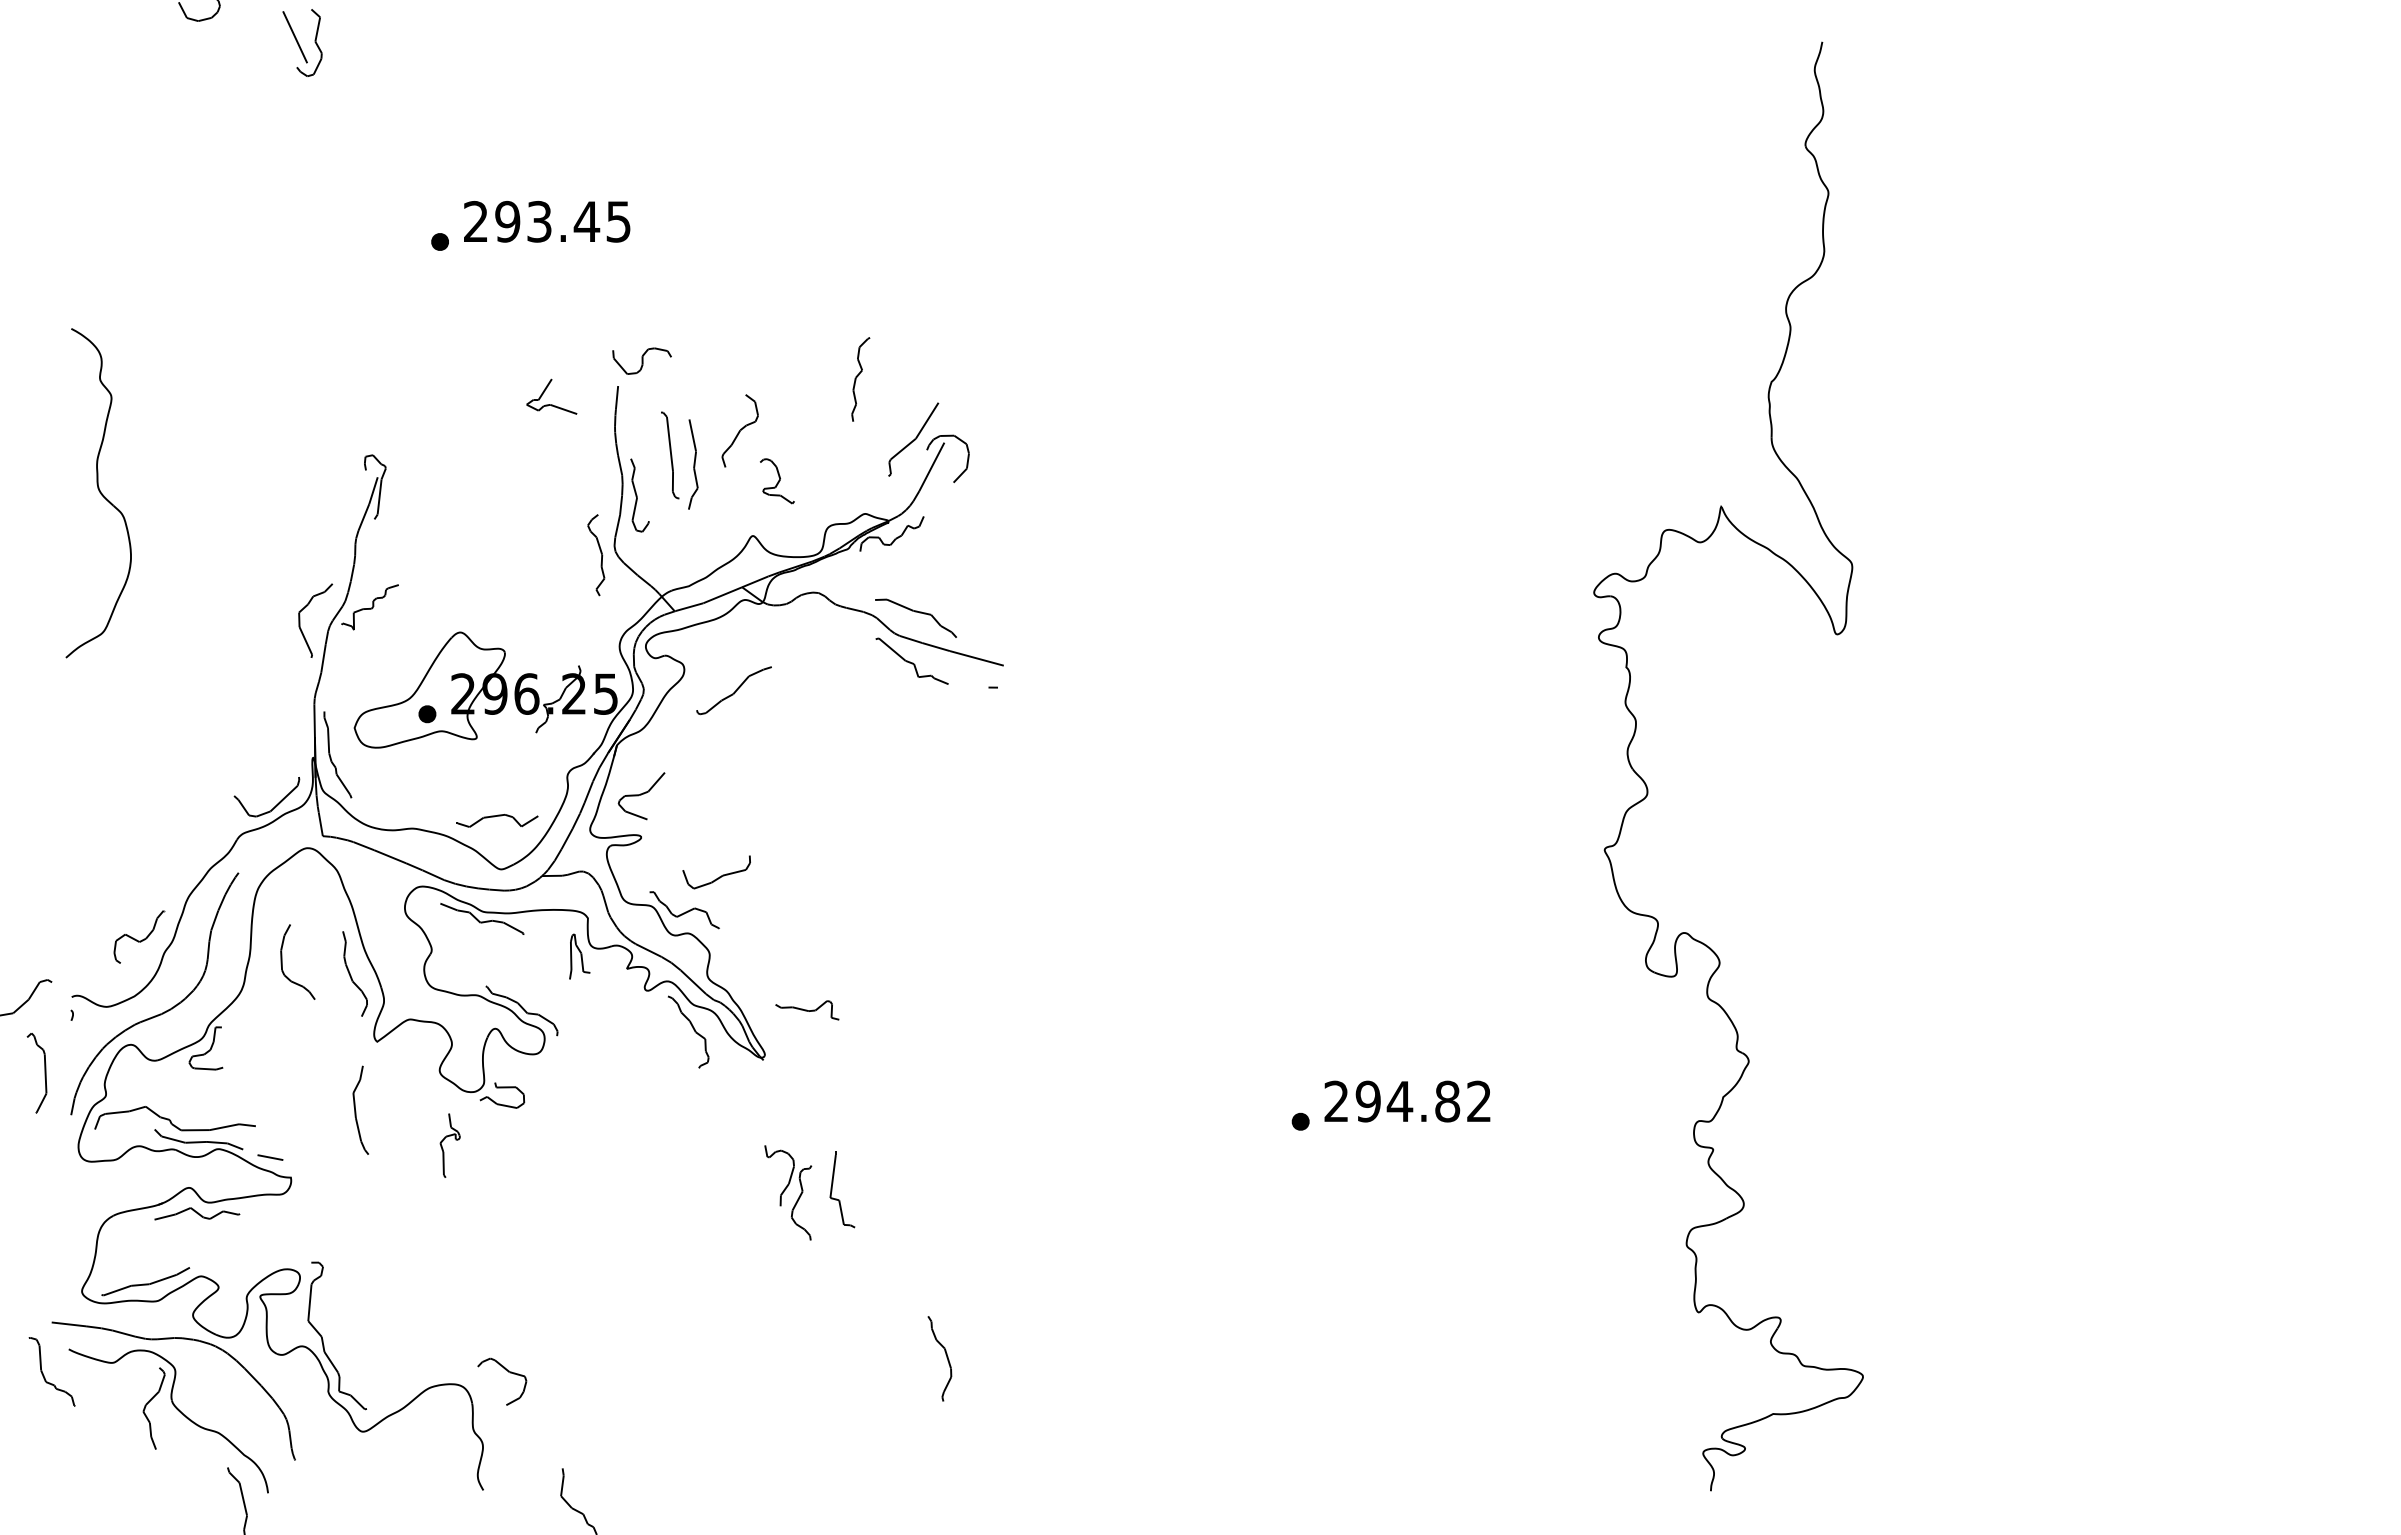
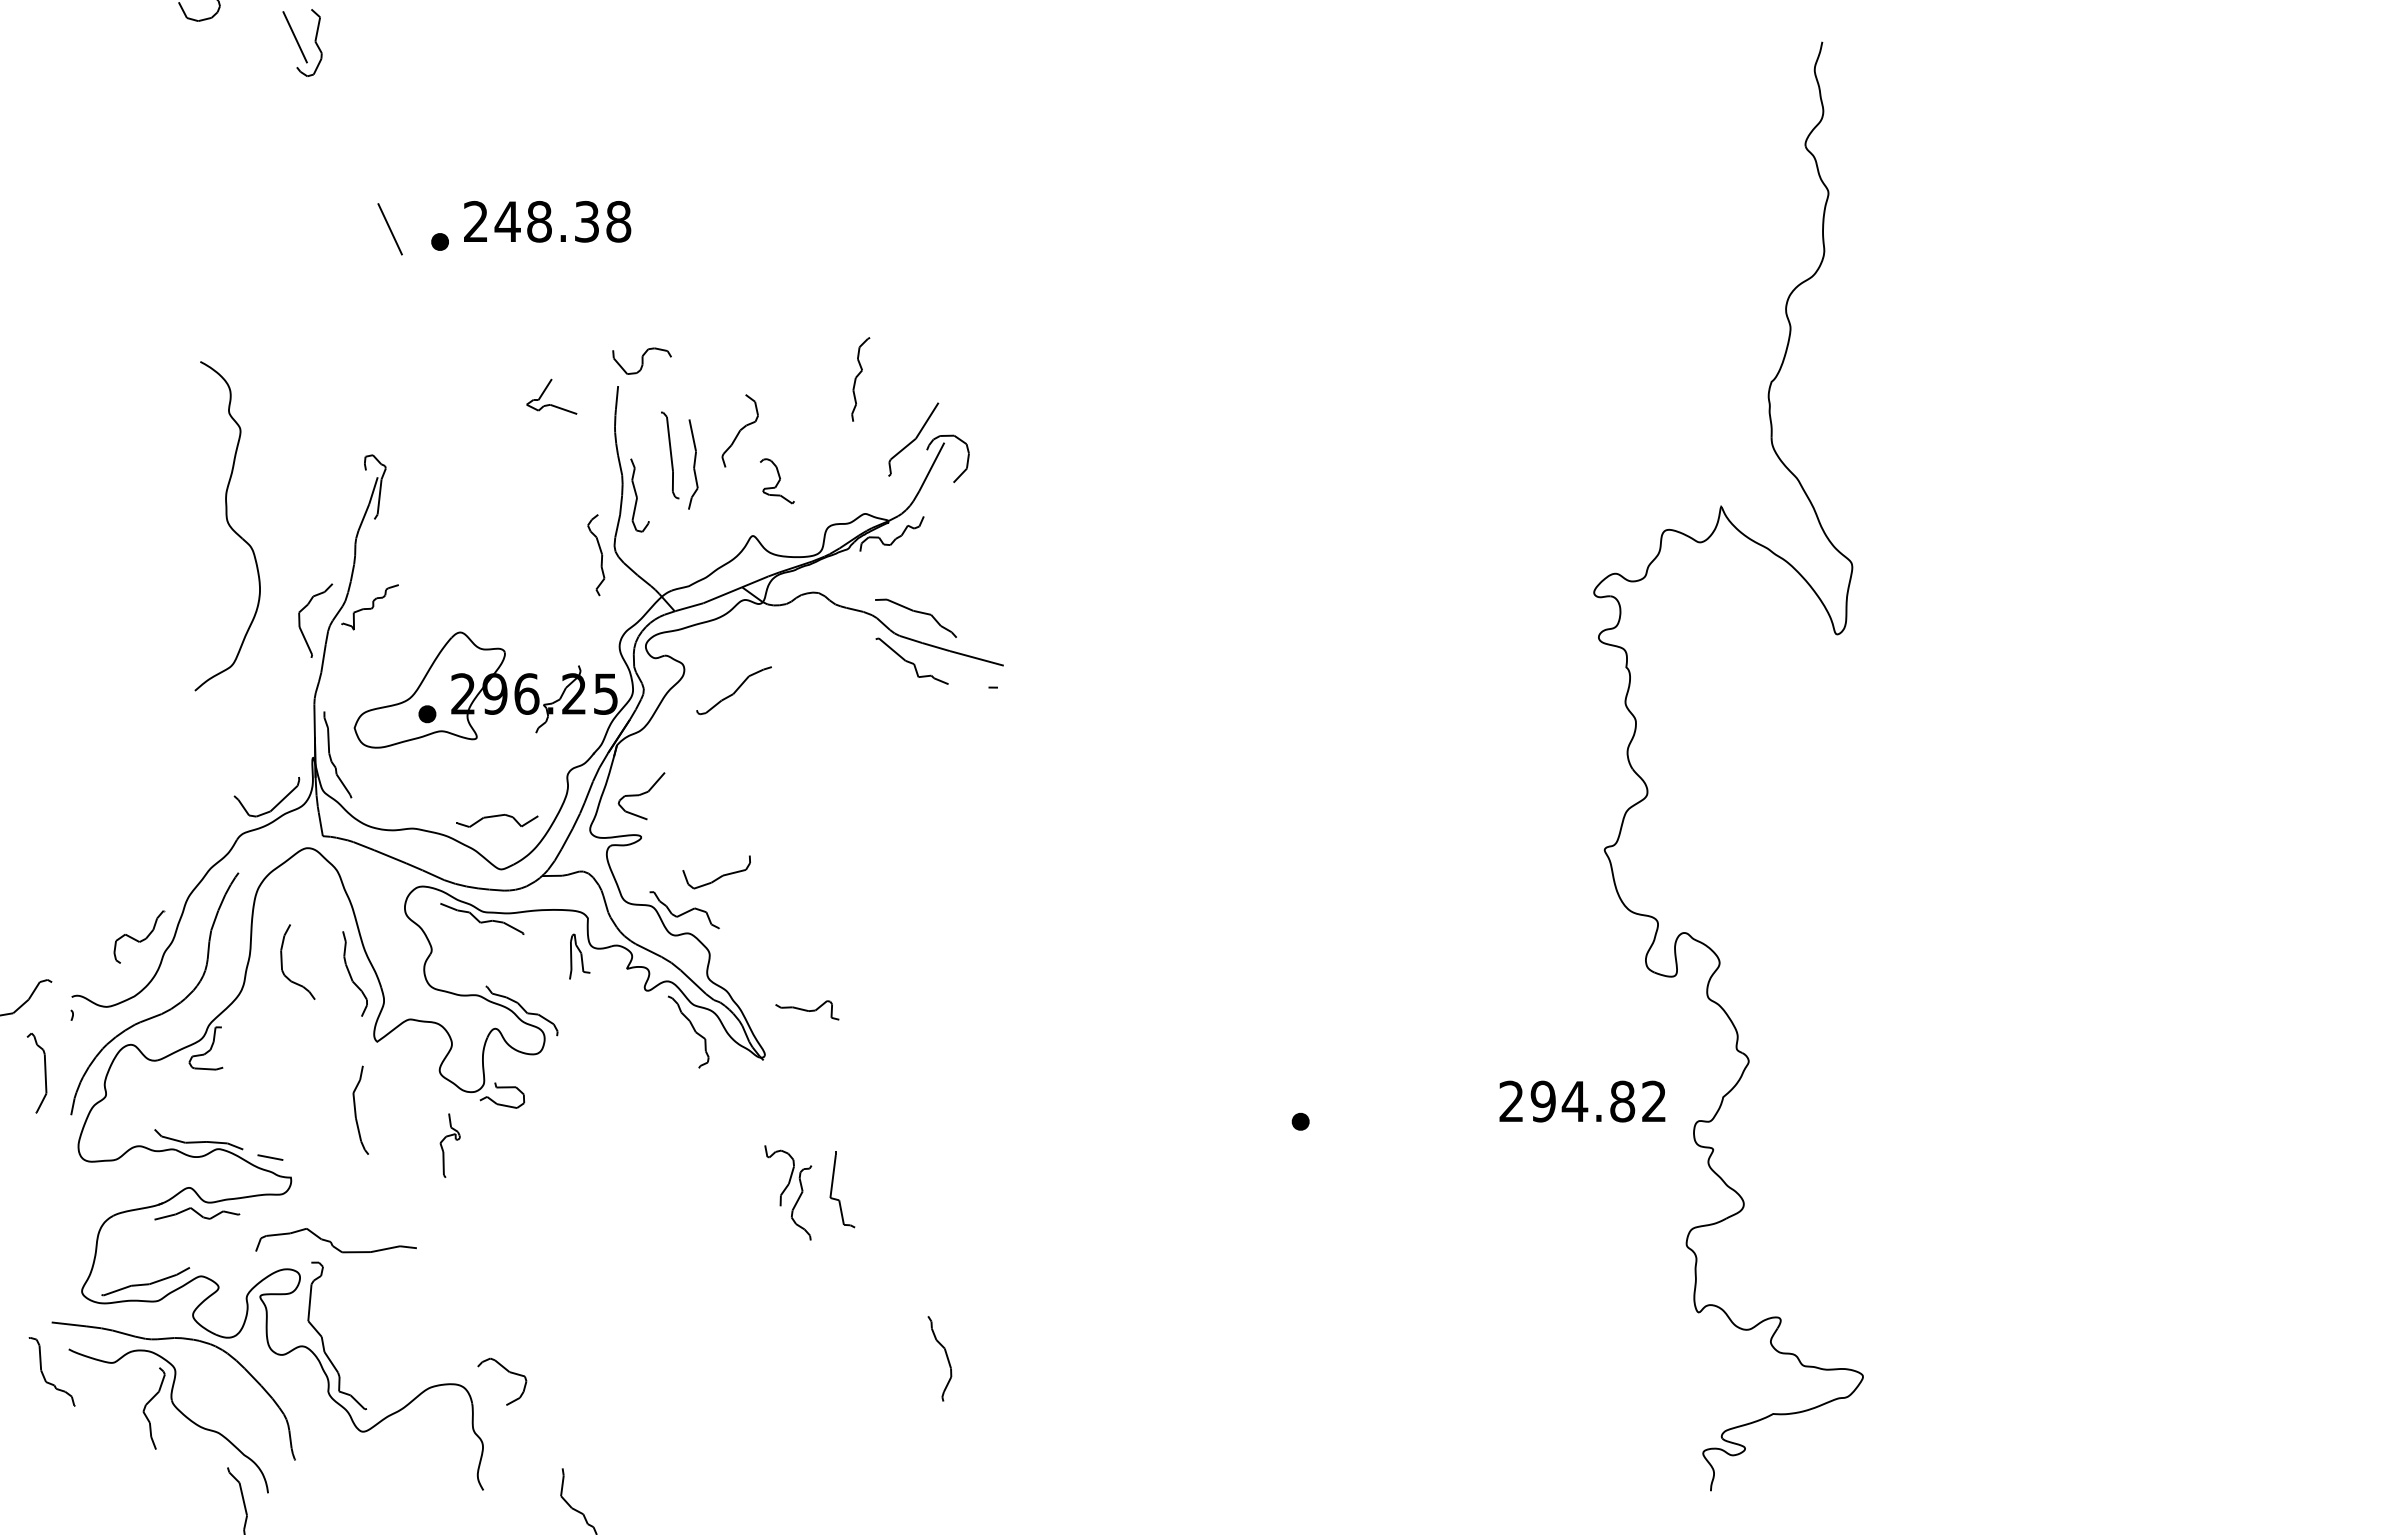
text at (562, 221): 293.45 -> 248.38
line at (389, 229): none -> present
part at (98, 493) position: (98, 493) -> (227, 526)
text at (1407, 1101) position: (1407, 1101) -> (1582, 1101)
part at (174, 1118) position: (174, 1118) -> (335, 1240)
